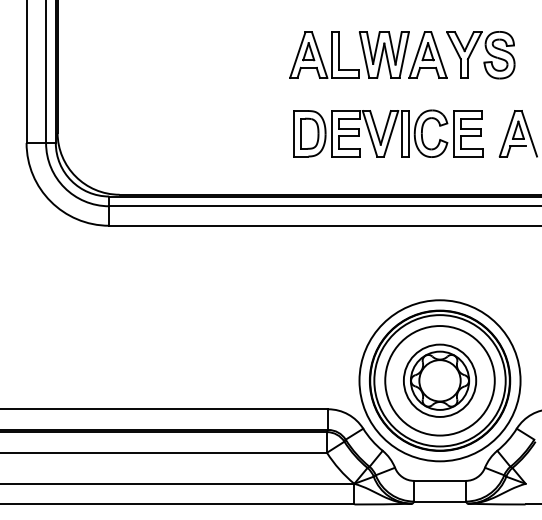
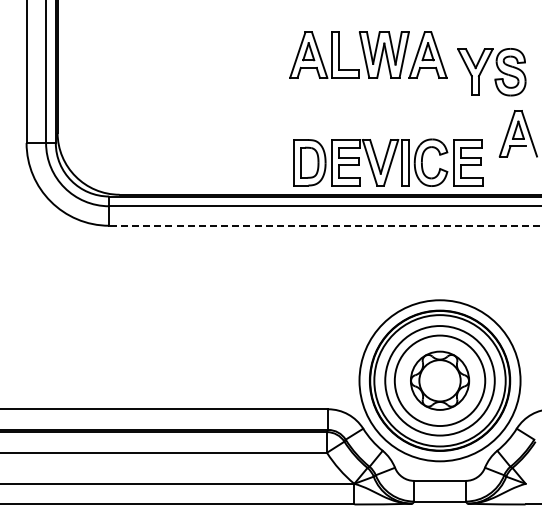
part at (483, 61) position: (483, 61) -> (494, 78)
part at (388, 133) position: (388, 133) -> (388, 162)
line at (325, 225): solid -> dashed
circle at (439, 380) diameter: 72 px -> 90 px
